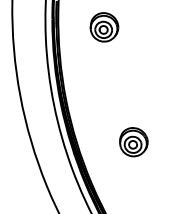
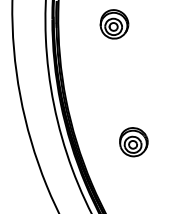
part at (104, 27) position: (104, 27) -> (114, 24)
